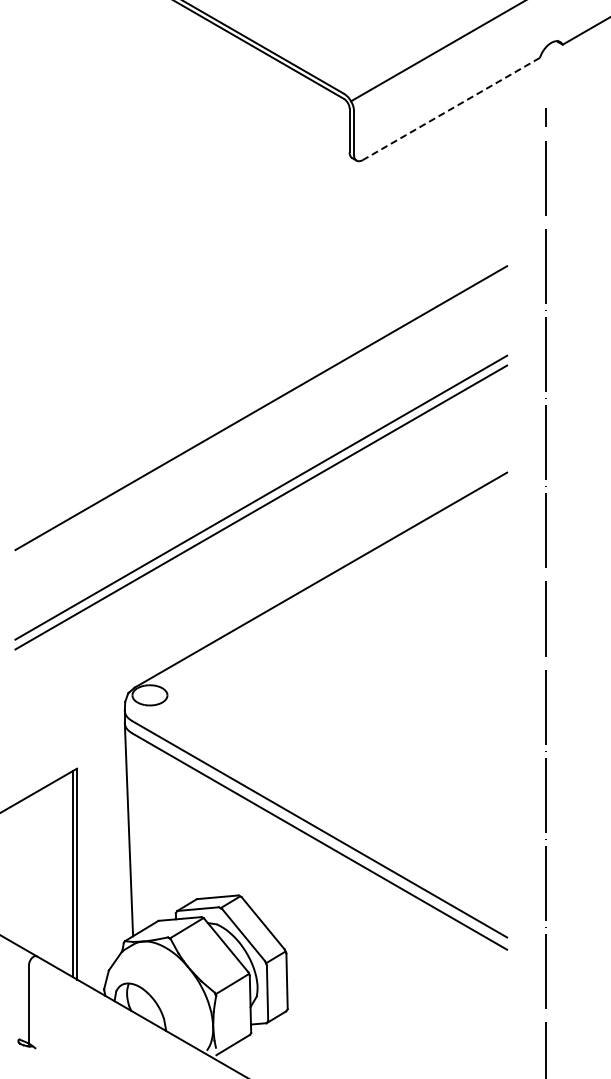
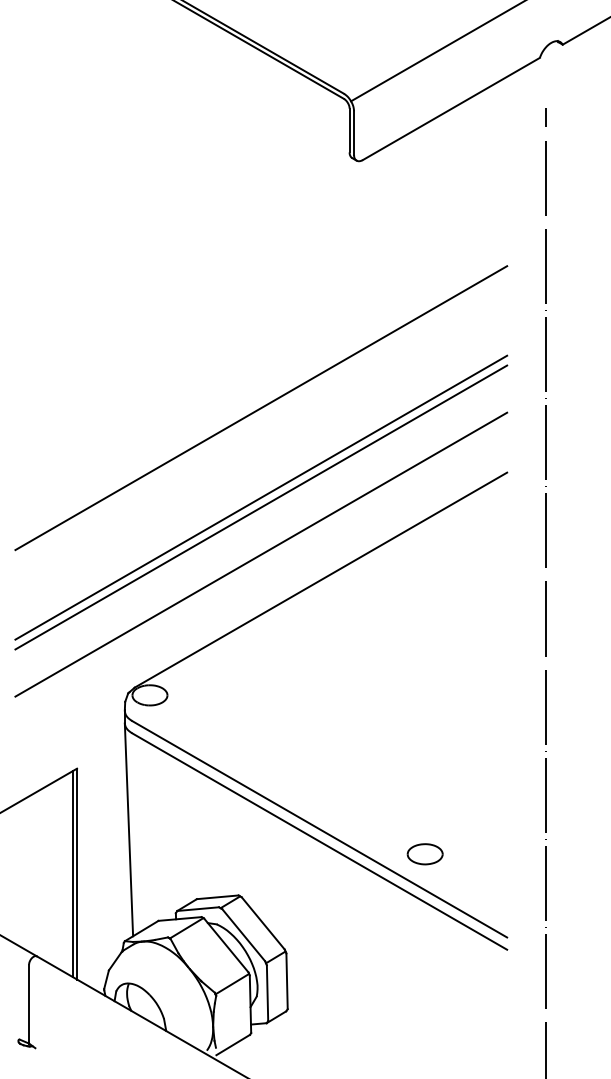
line at (451, 109): dashed -> solid
line at (261, 554): none -> present
part at (424, 854): none -> present
